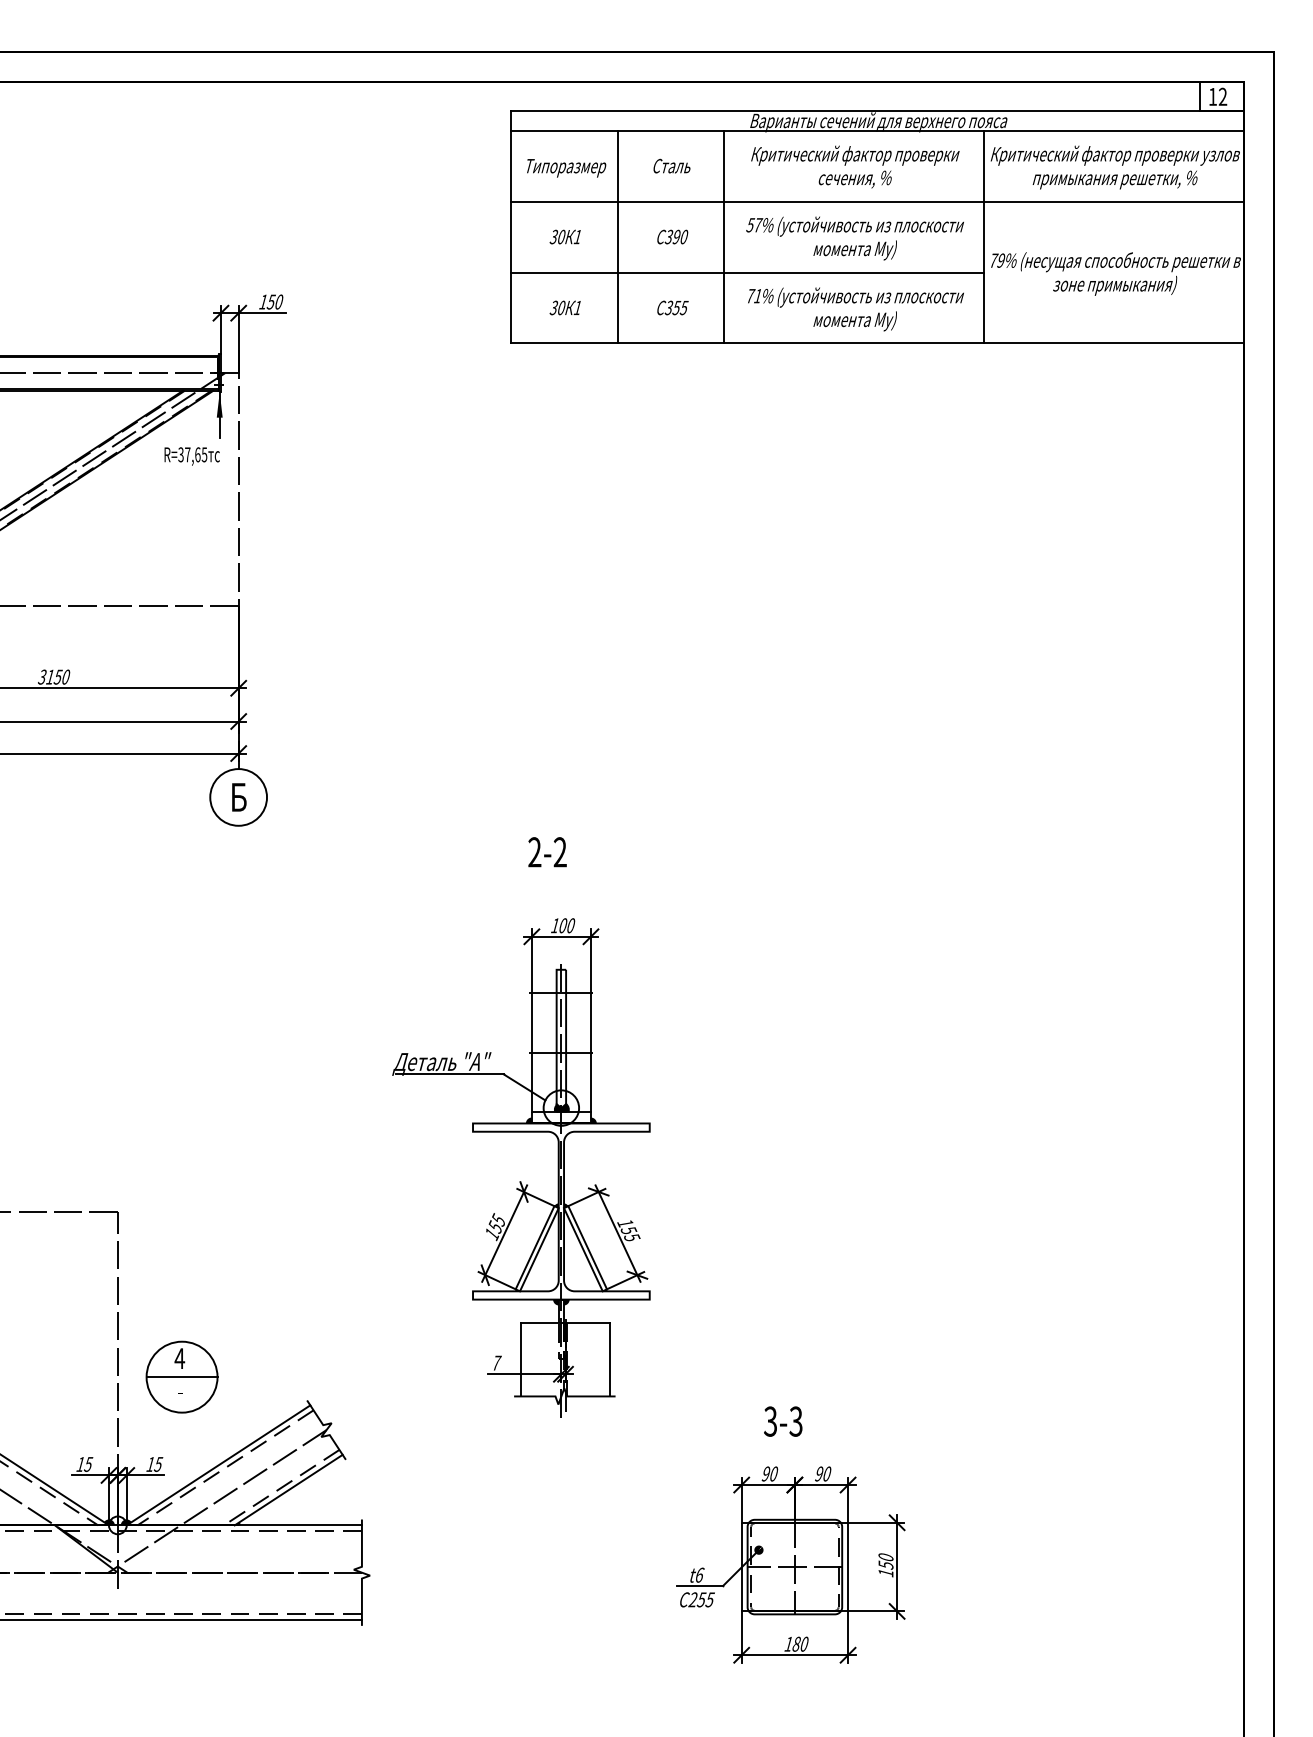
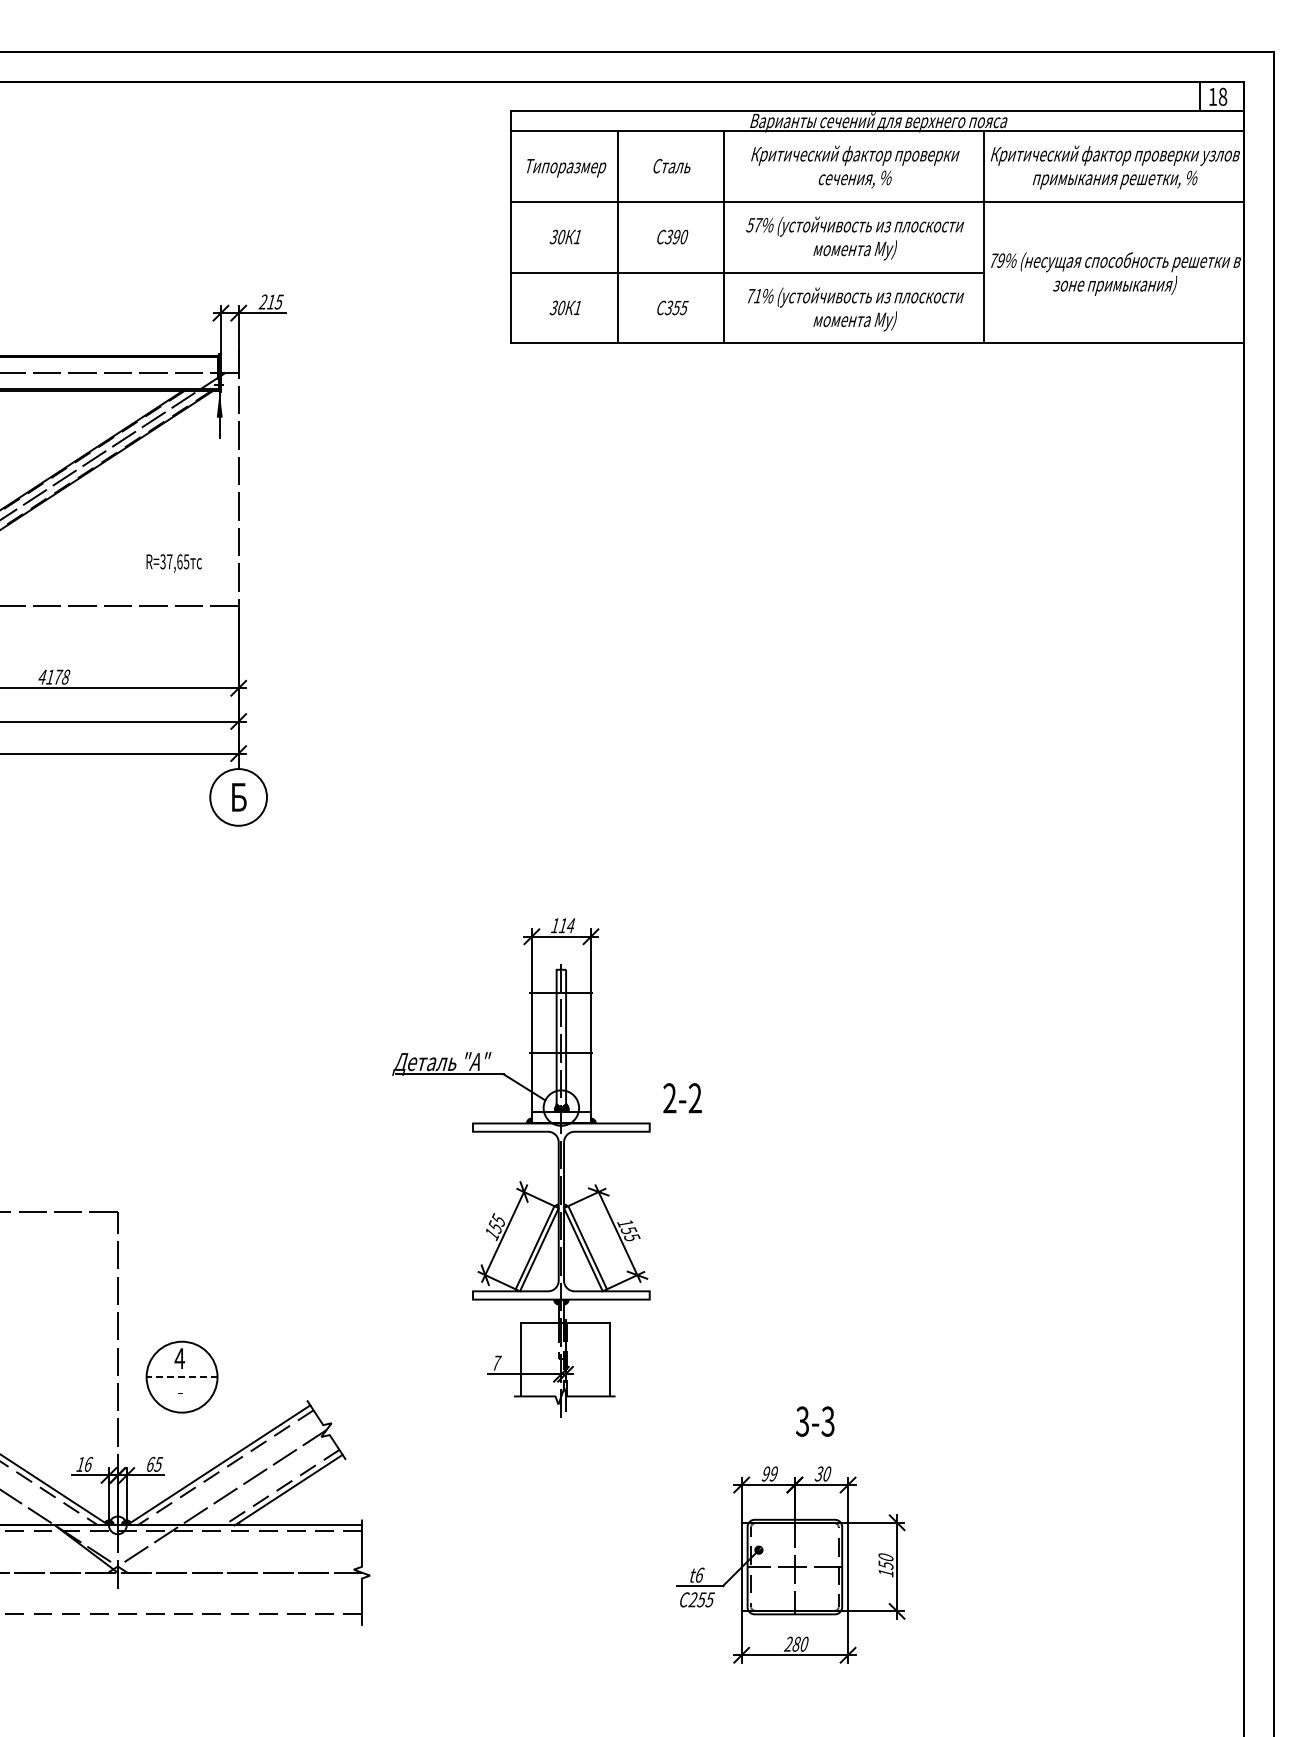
text at (1222, 96): 12 -> 18
text at (270, 301): 150 -> 215
text at (191, 456) position: (191, 456) -> (173, 563)
text at (54, 676): 3150 -> 4178
text at (547, 852) position: (547, 852) -> (682, 1098)
text at (567, 925): 100 -> 114
line at (181, 1377): solid -> dashed
text at (783, 1421) position: (783, 1421) -> (815, 1421)
text at (88, 1463): 15 -> 16
text at (150, 1463): 15 -> 65
text at (773, 1473): 90 -> 99
text at (818, 1473): 90 -> 30
line at (181, 1619): present -> none
text at (787, 1643): 180 -> 280
